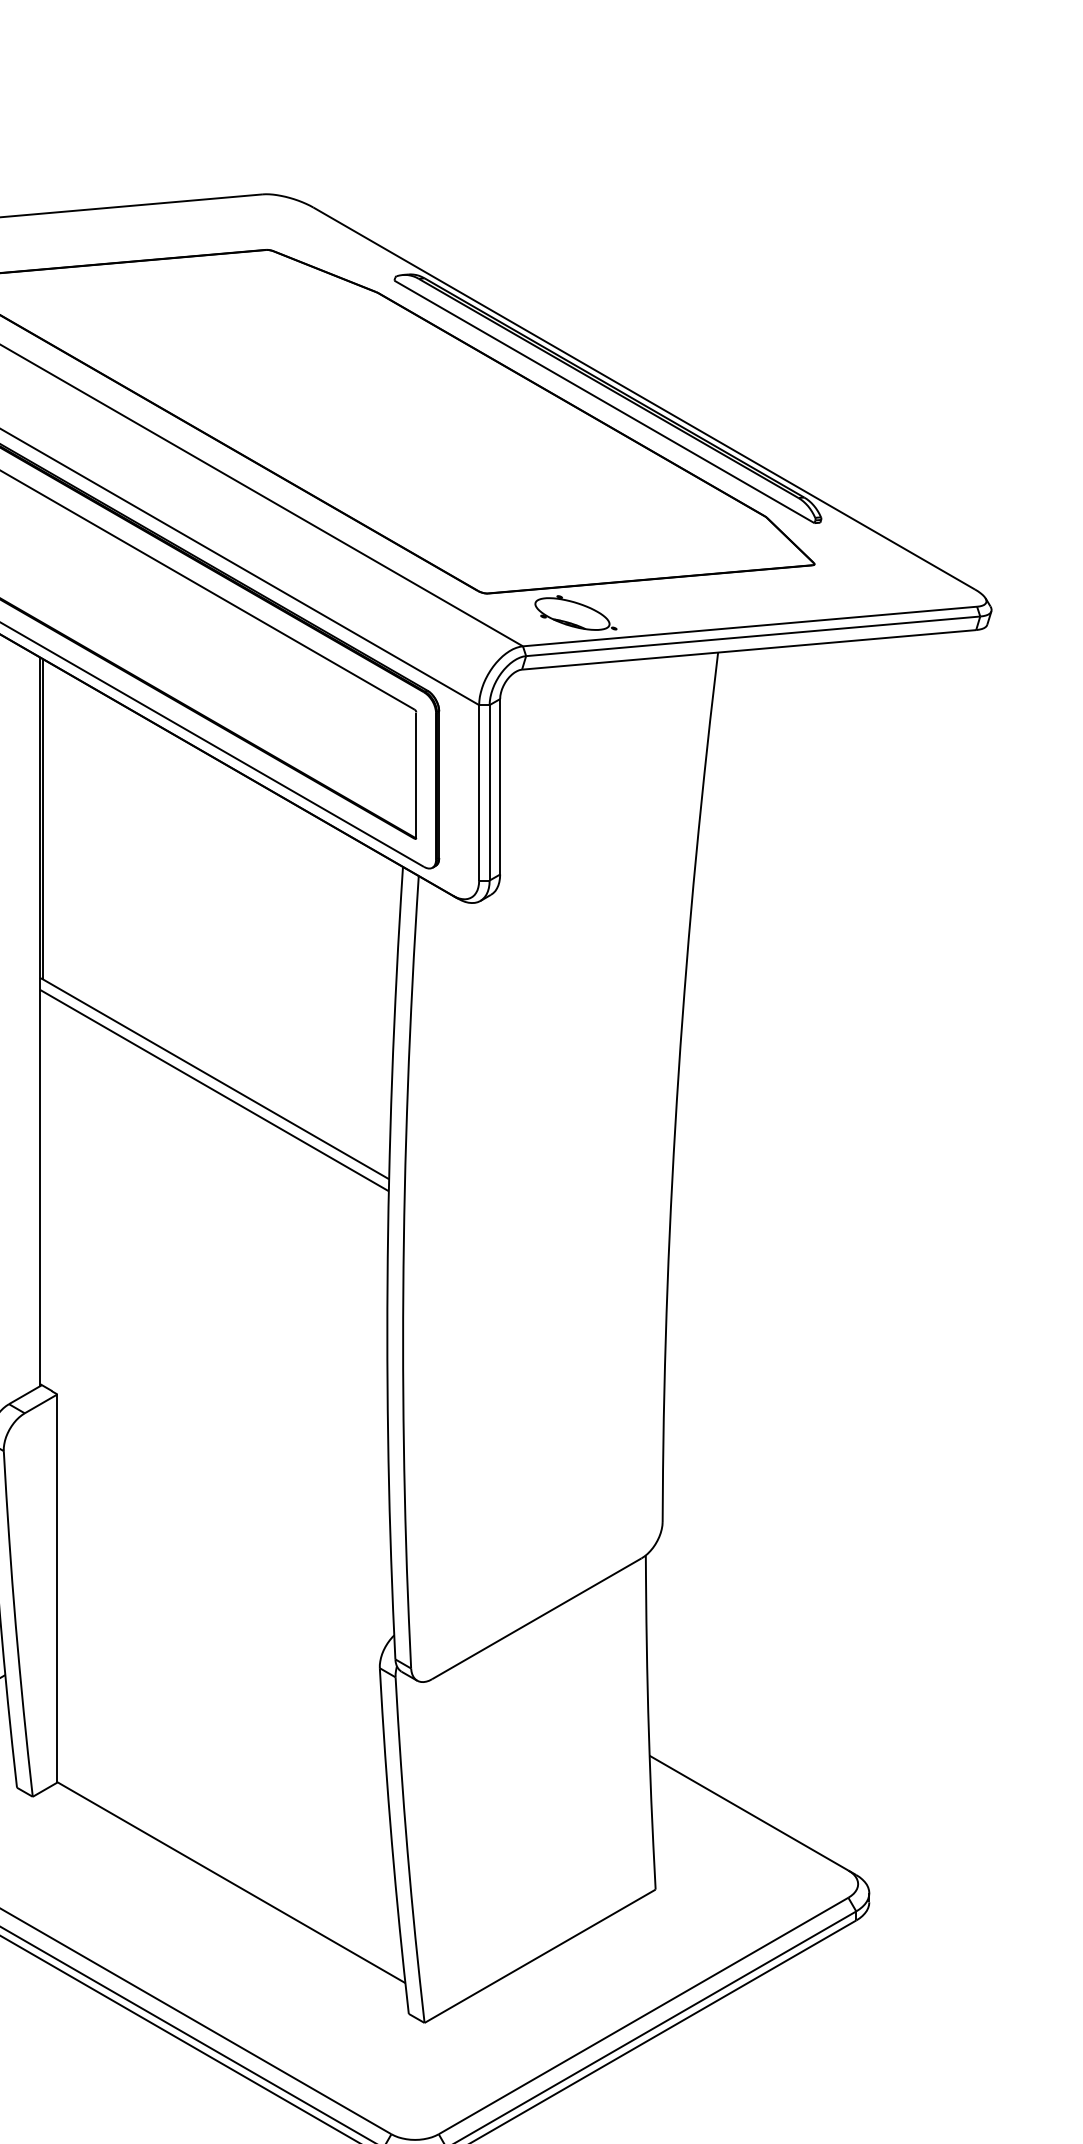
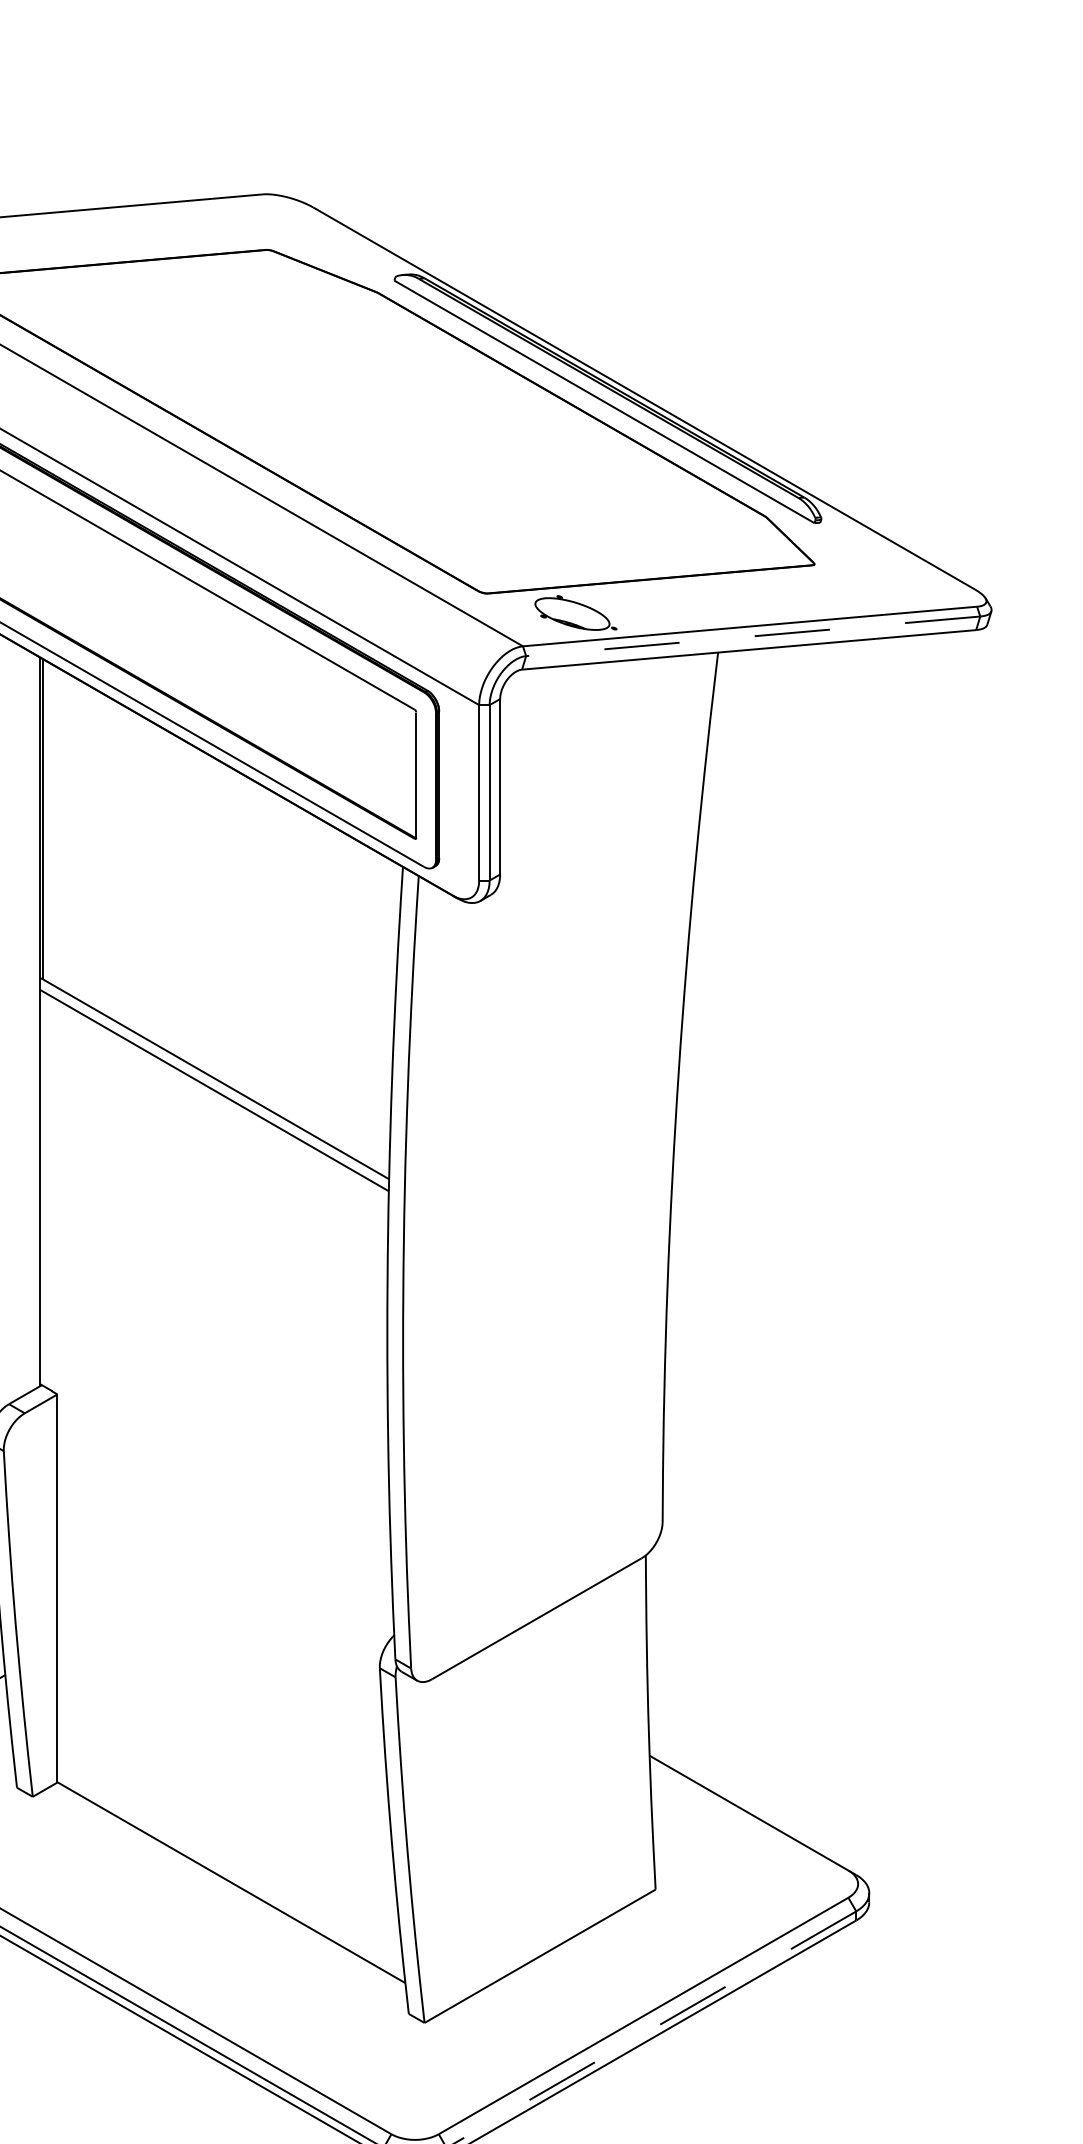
line at (753, 636): solid -> dashed
line at (654, 2027): solid -> dashed
